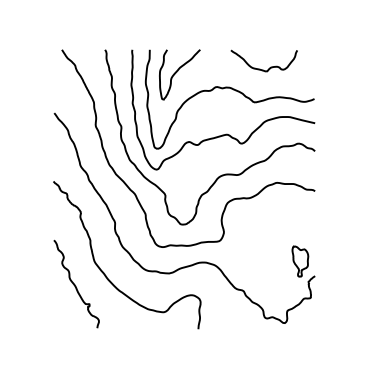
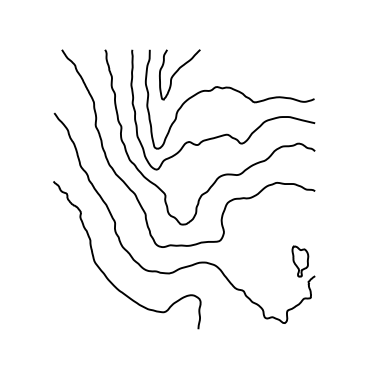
curve at (260, 68): present -> none
curve at (75, 284): present -> none
